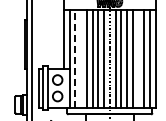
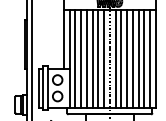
line at (75, 58): dashed -> solid
line at (81, 58): none -> present
line at (138, 58): none -> present
